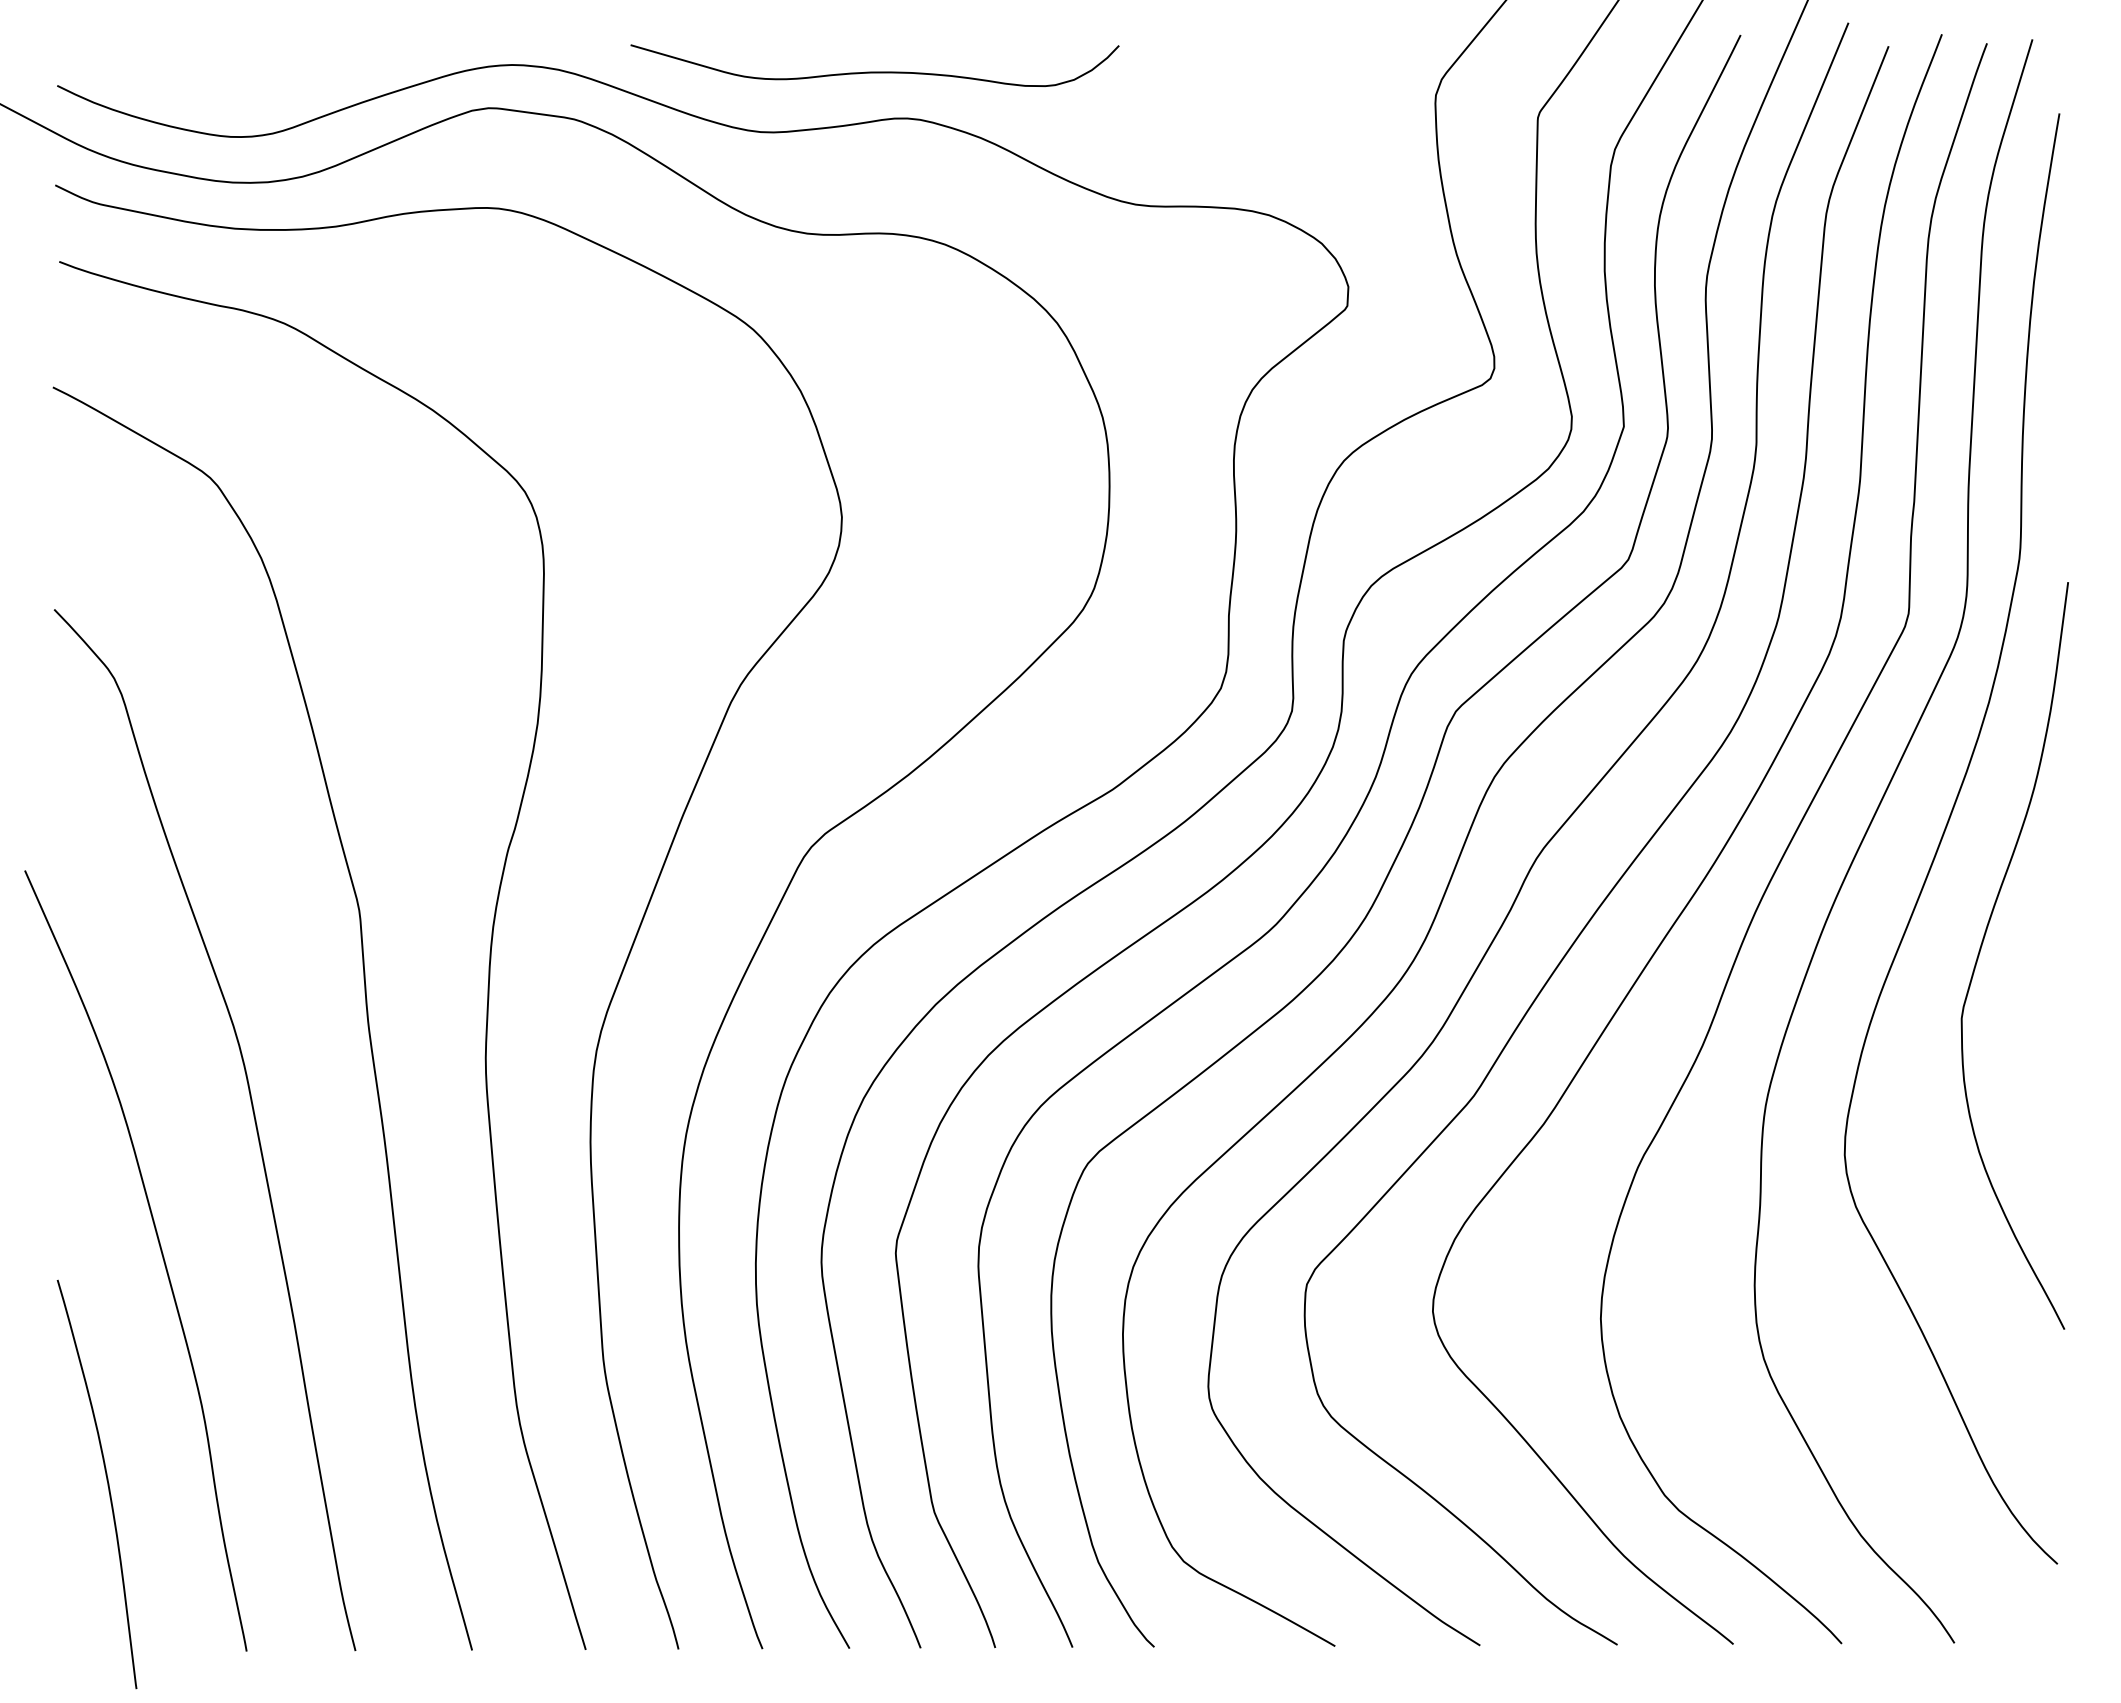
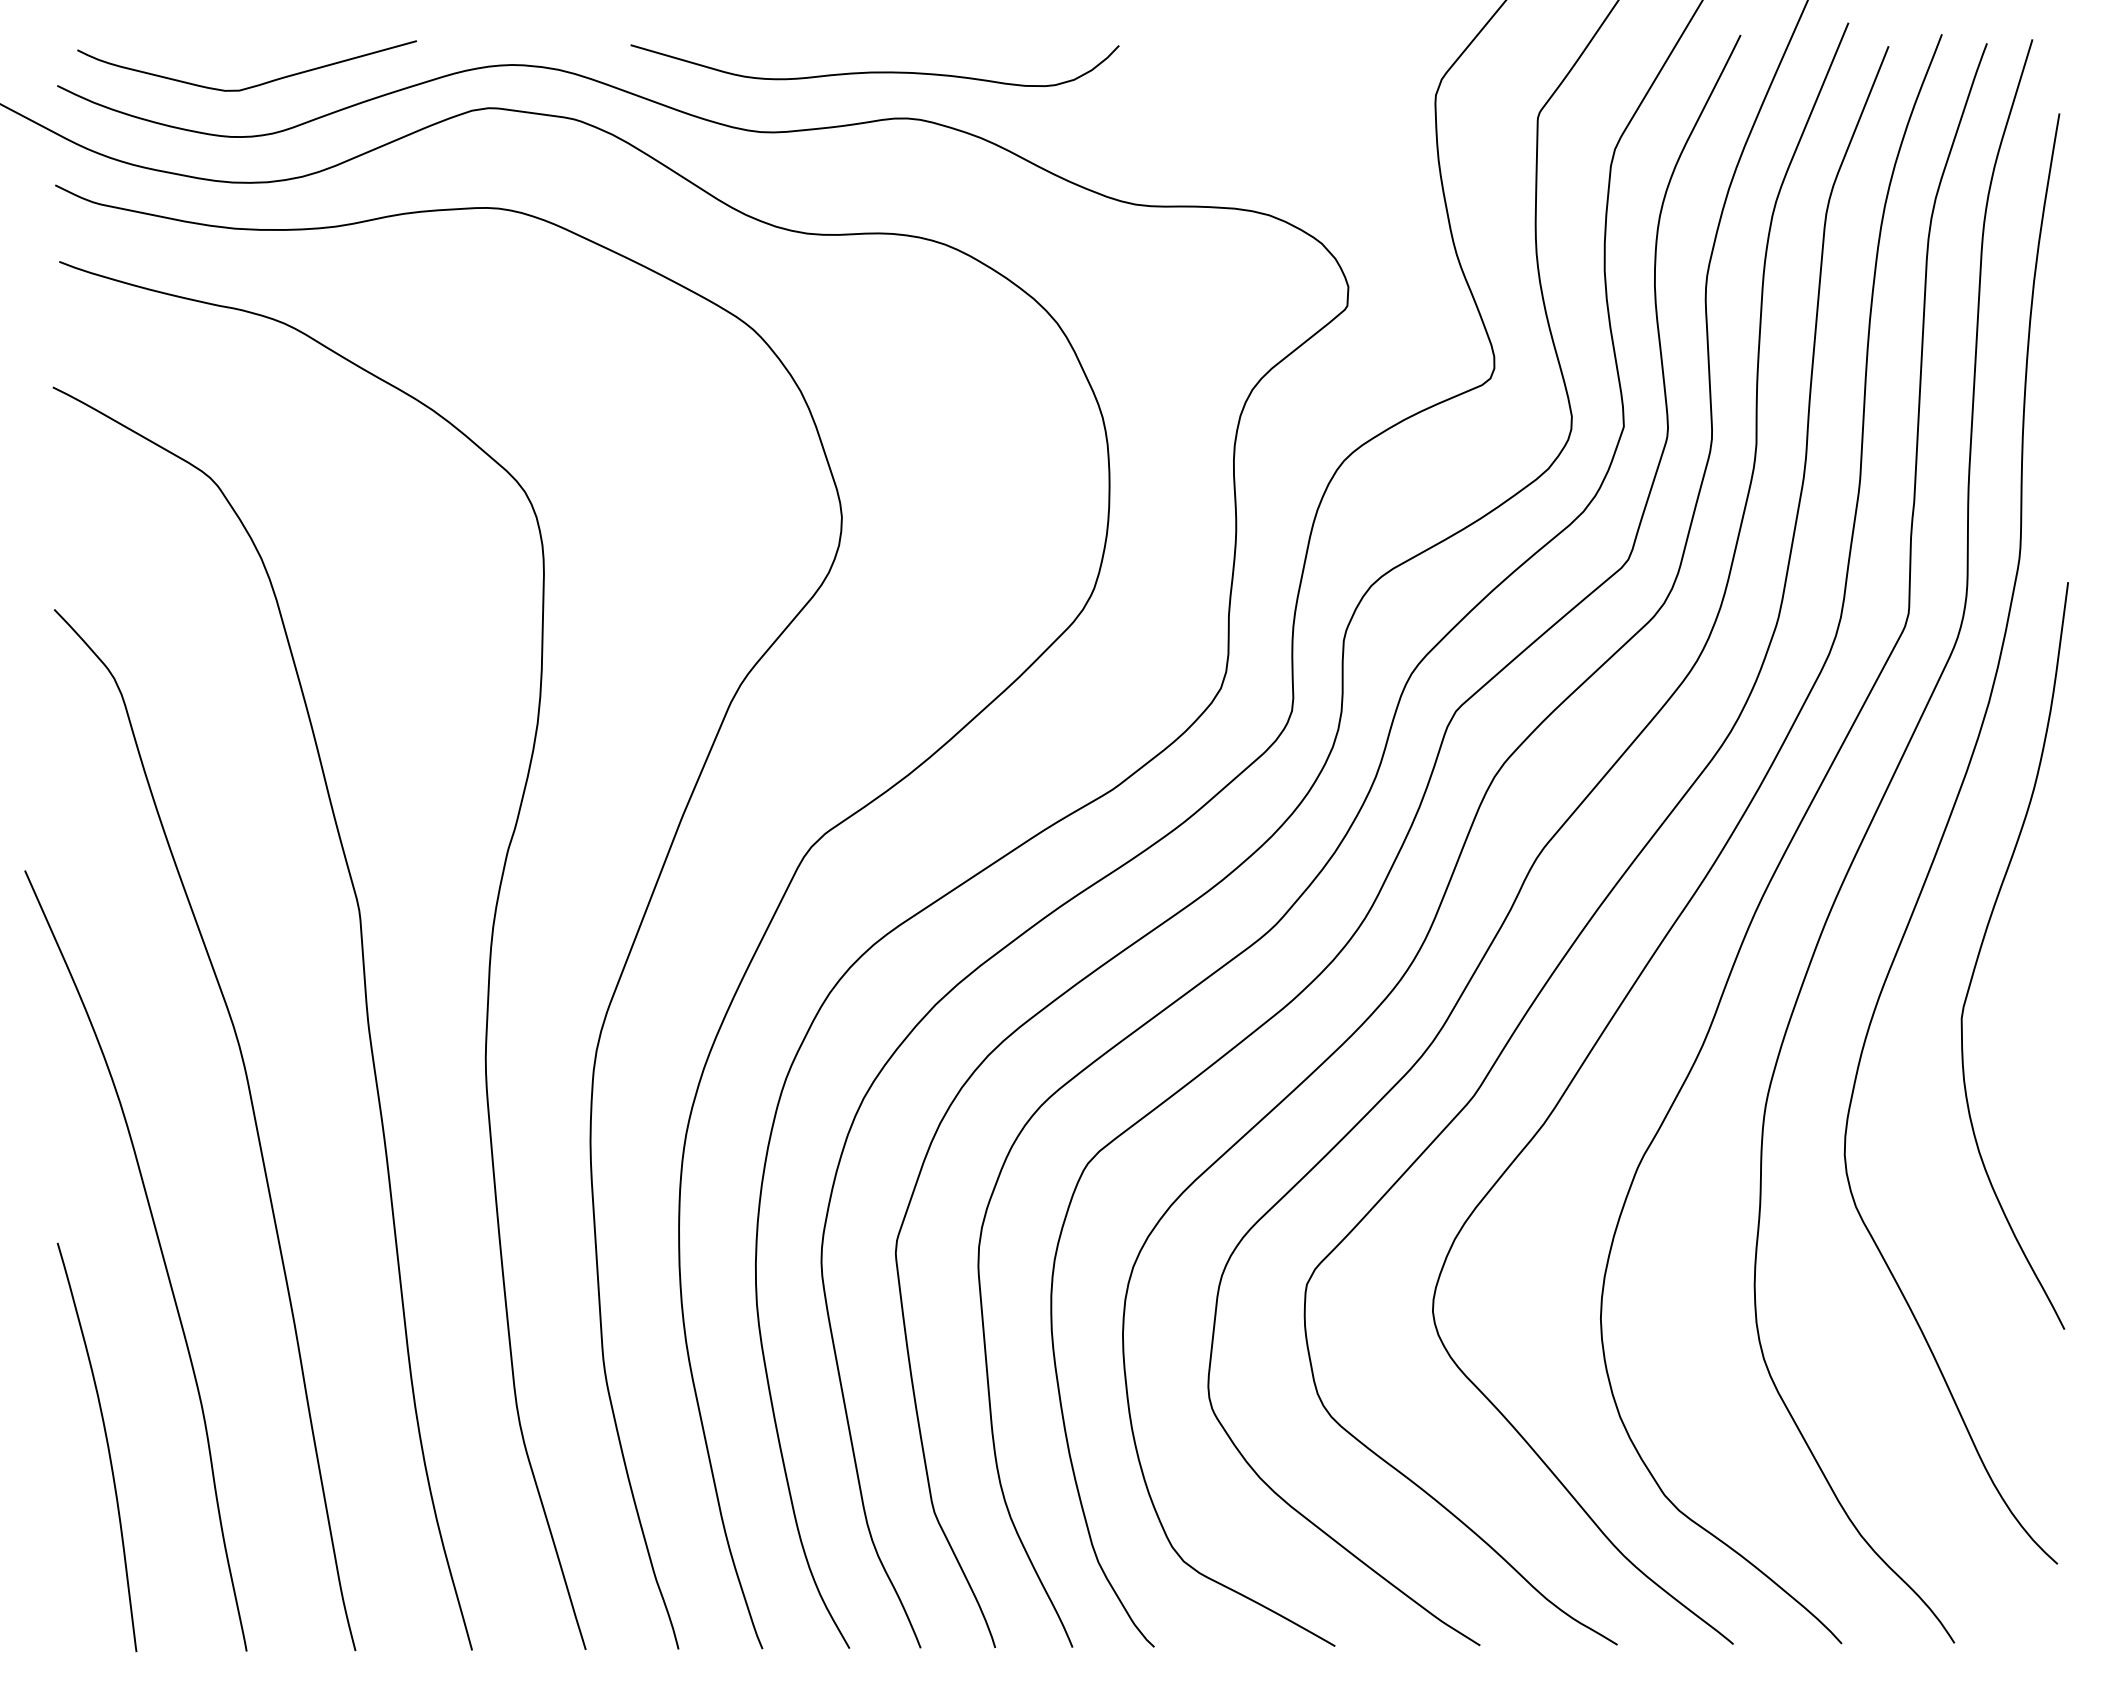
curve at (253, 85): none -> present
curve at (106, 1480) position: (106, 1480) -> (106, 1443)
